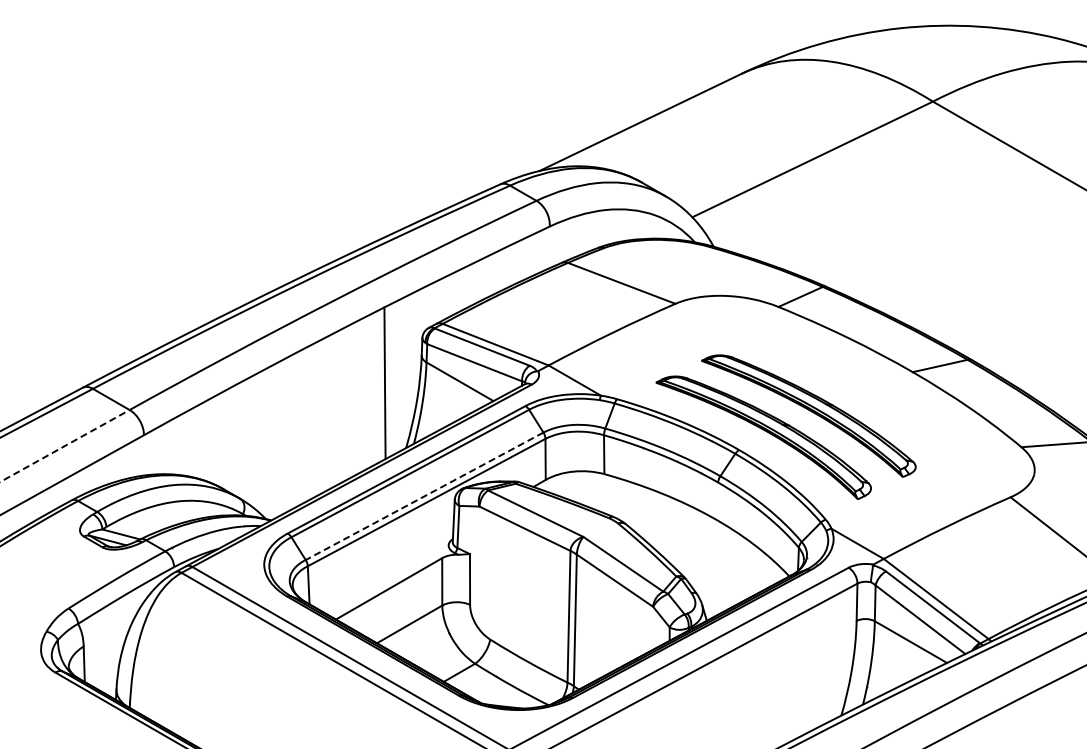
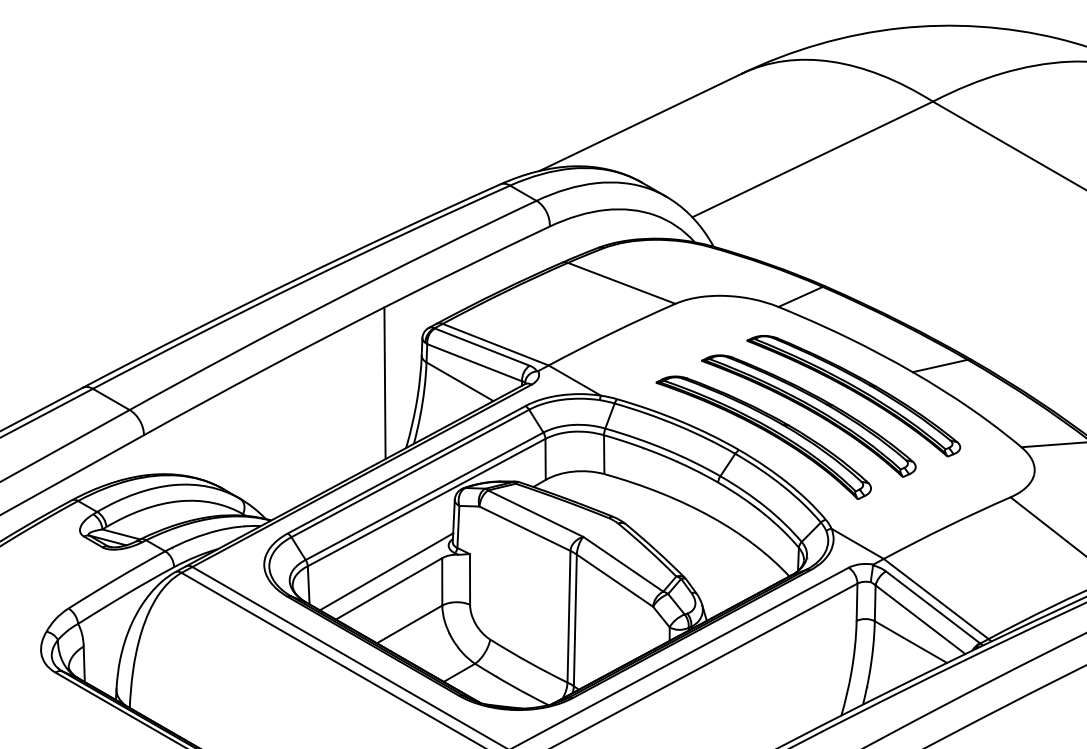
part at (853, 396): none -> present
line at (65, 445): dashed -> solid
line at (424, 496): dashed -> solid
line at (386, 571): none -> present
